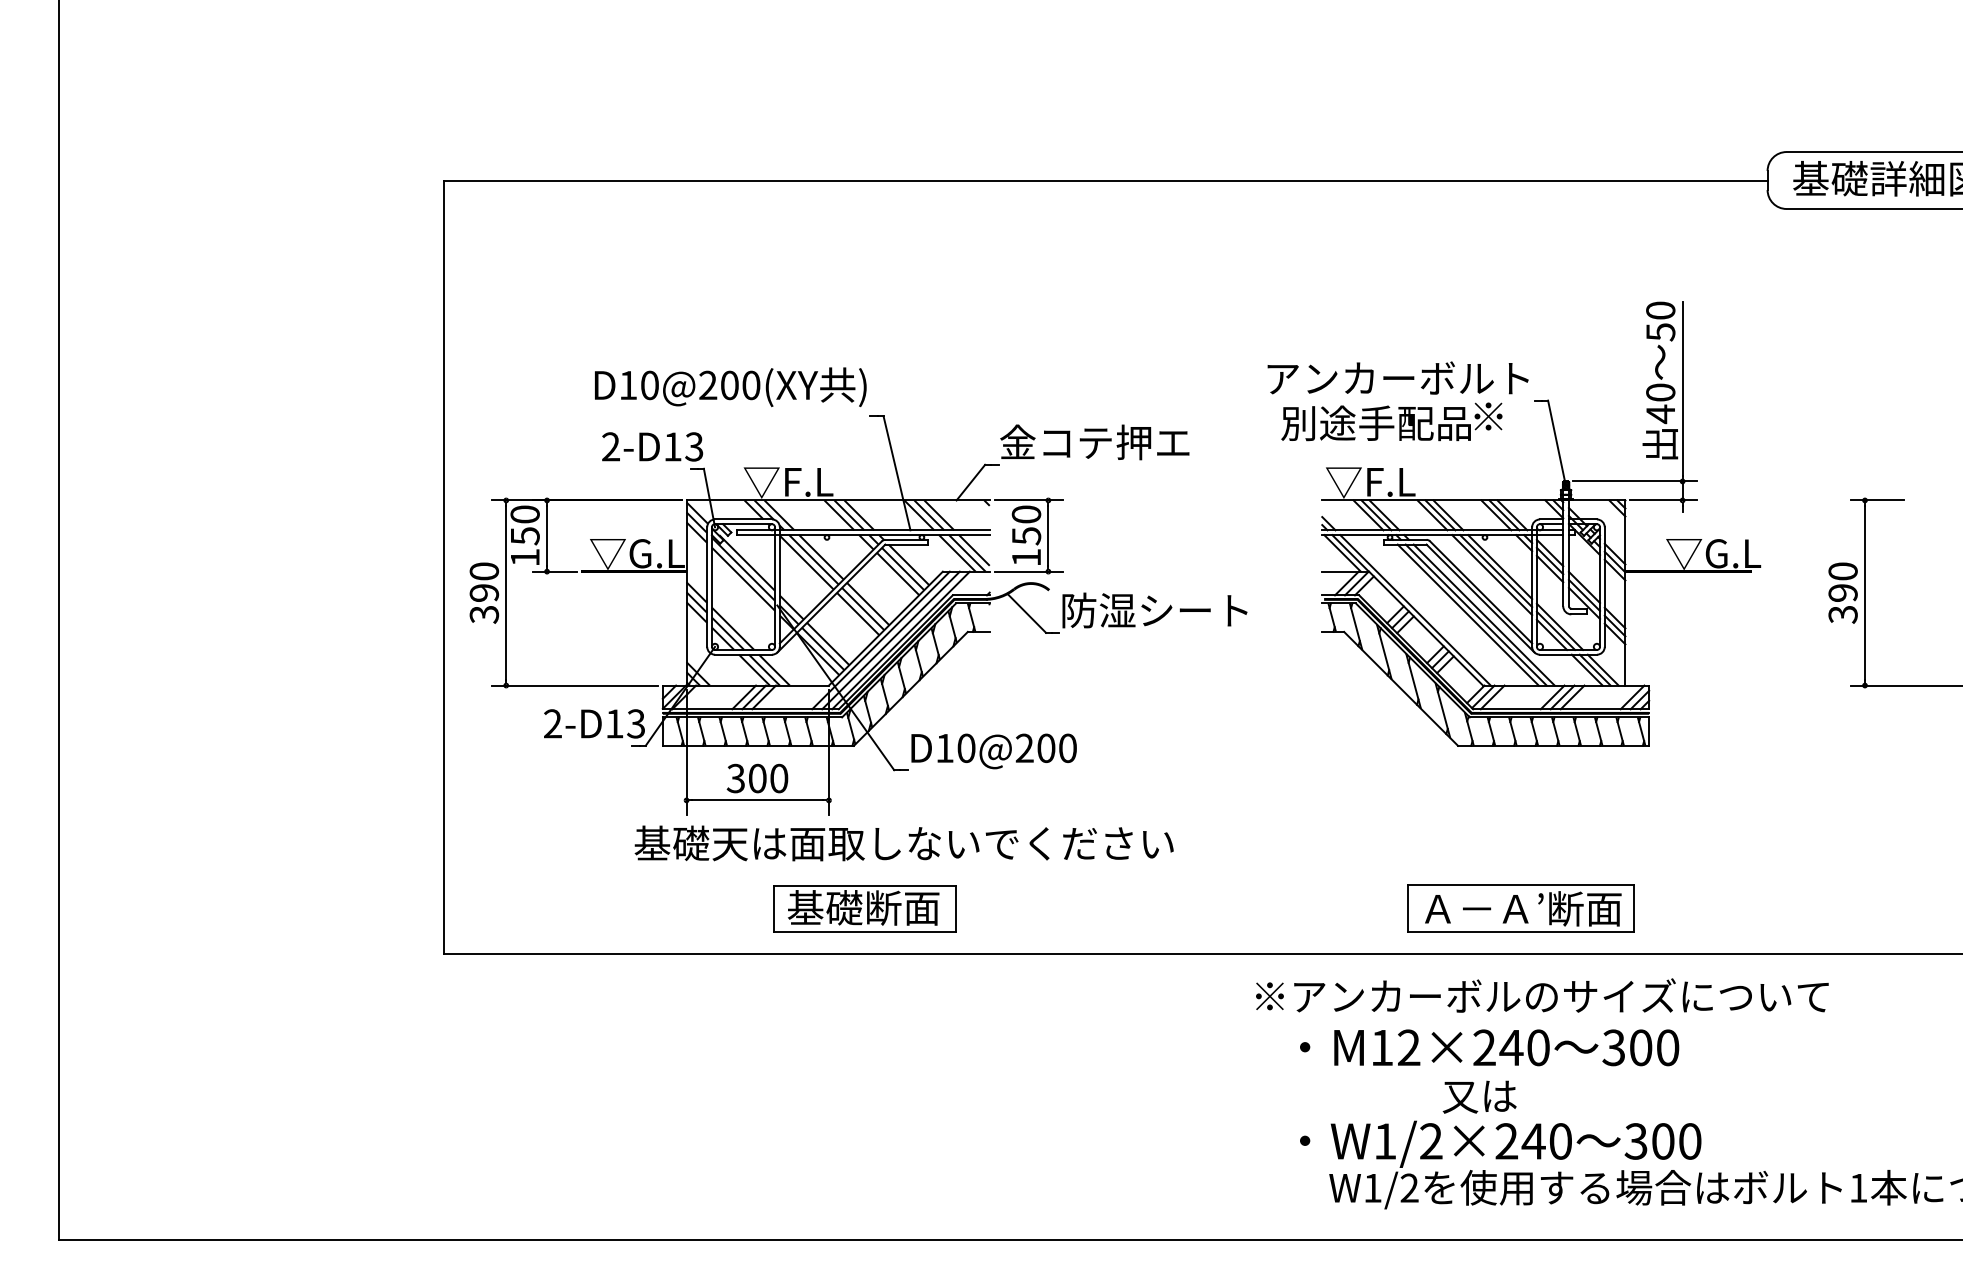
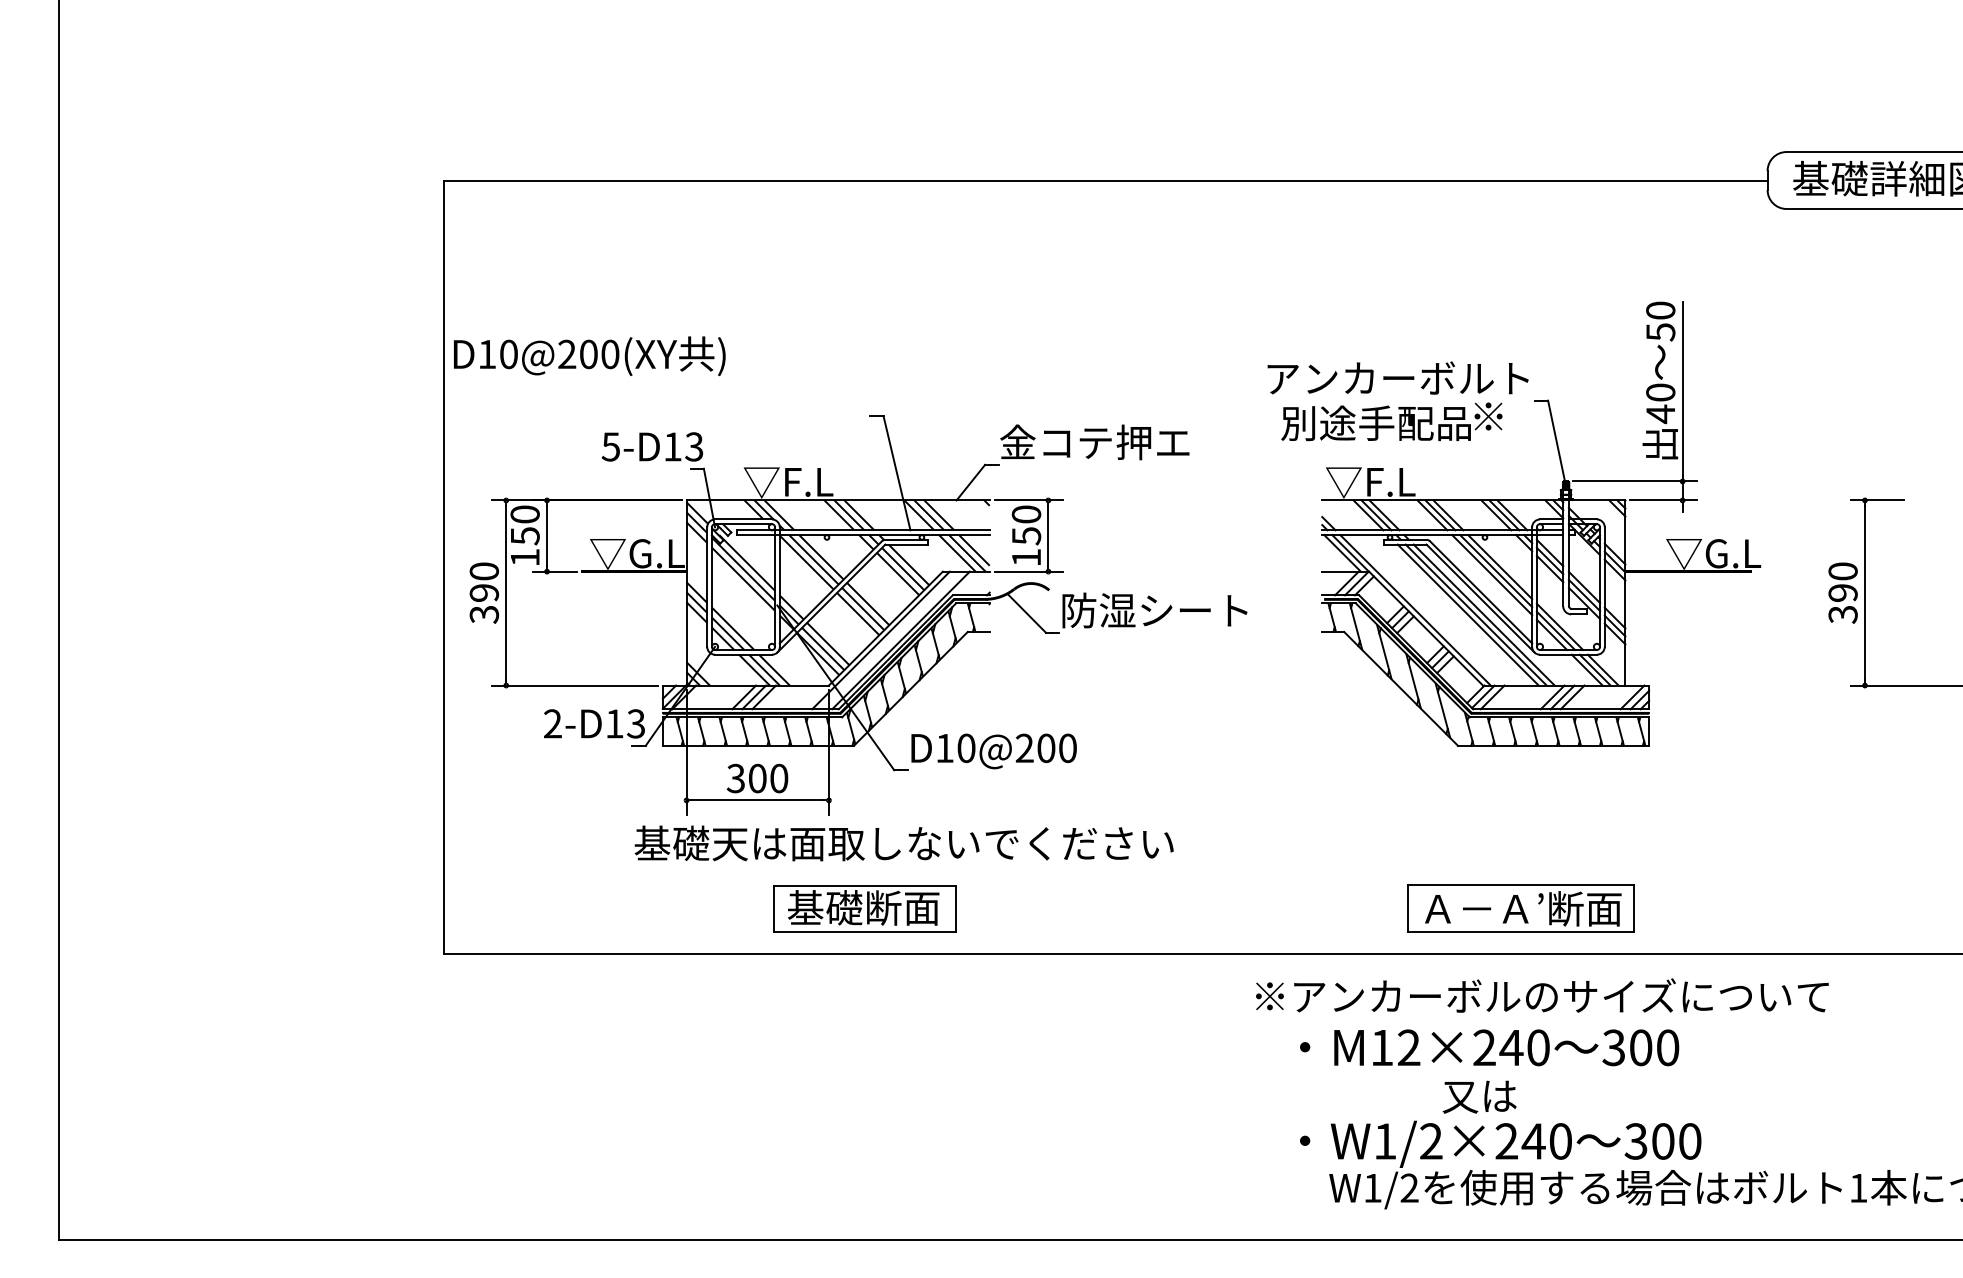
text at (730, 387) position: (730, 387) -> (589, 356)
text at (610, 446): 2-D13 -> 5-D13
line at (890, 640): present -> none
